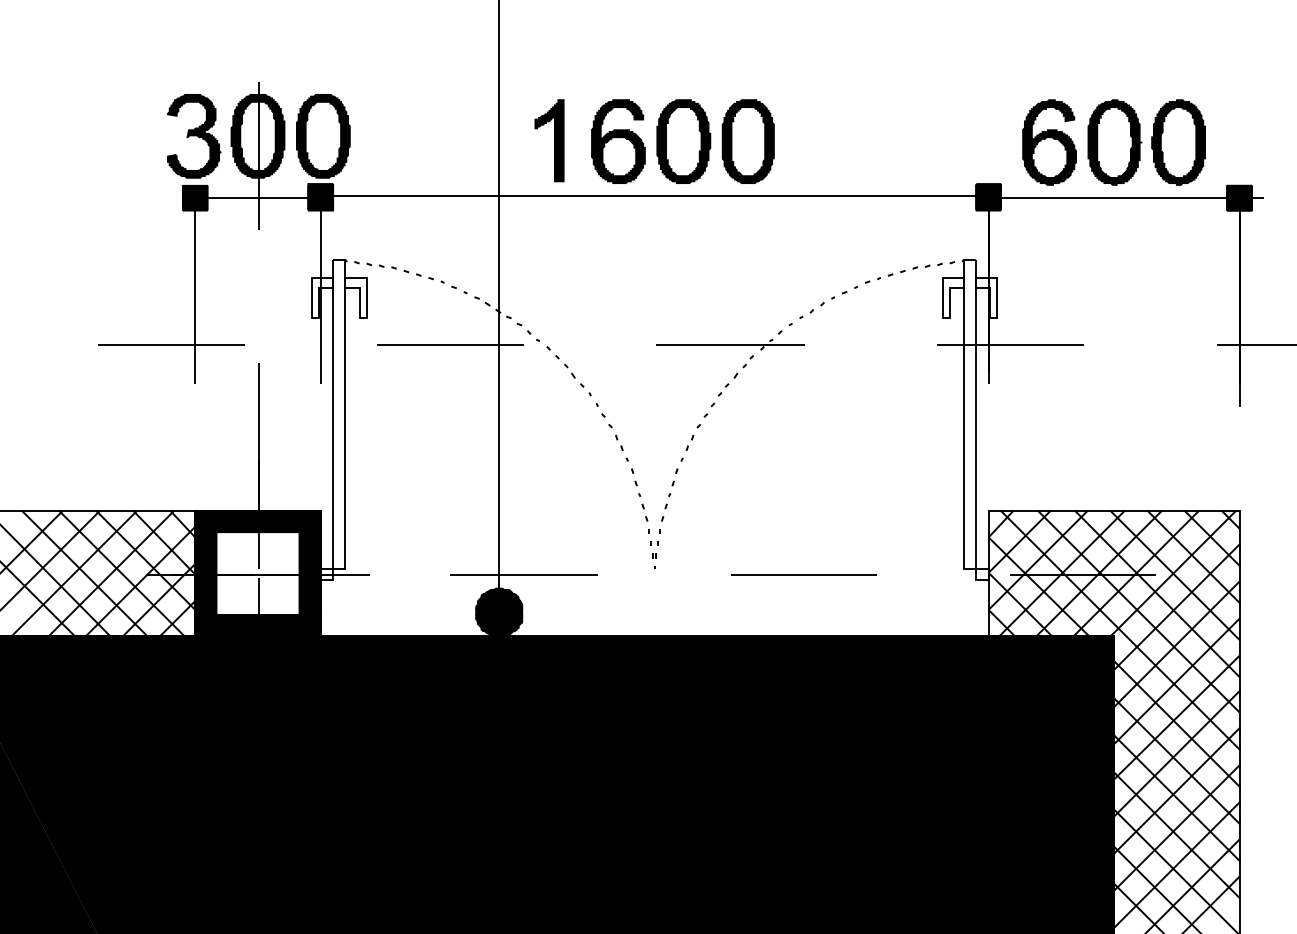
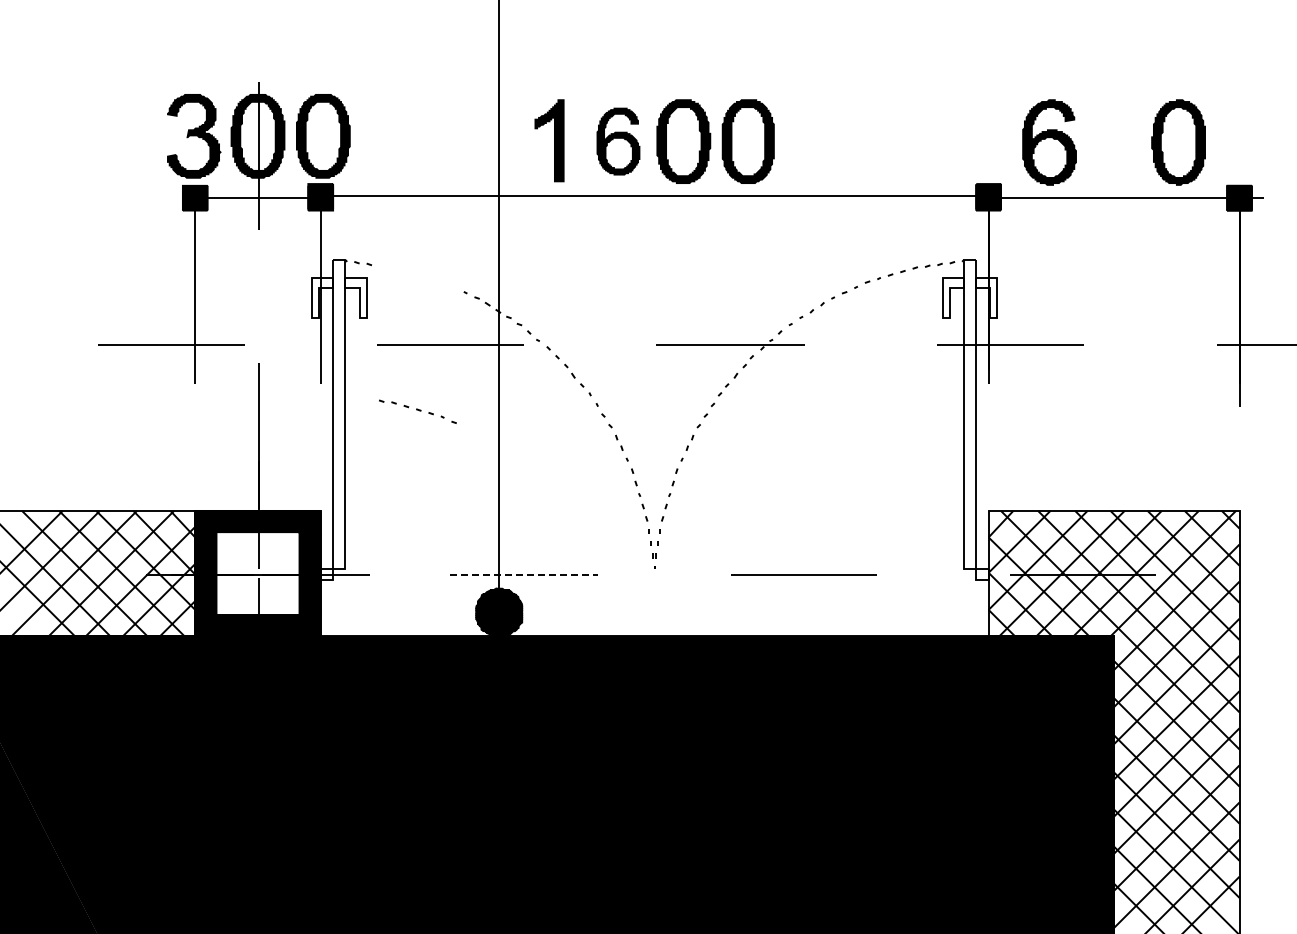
part at (618, 141) size: 55x85 px -> 45x69 px
part at (1114, 142): present -> none
part at (417, 276) position: (417, 276) -> (417, 411)
line at (524, 574): solid -> dashed
